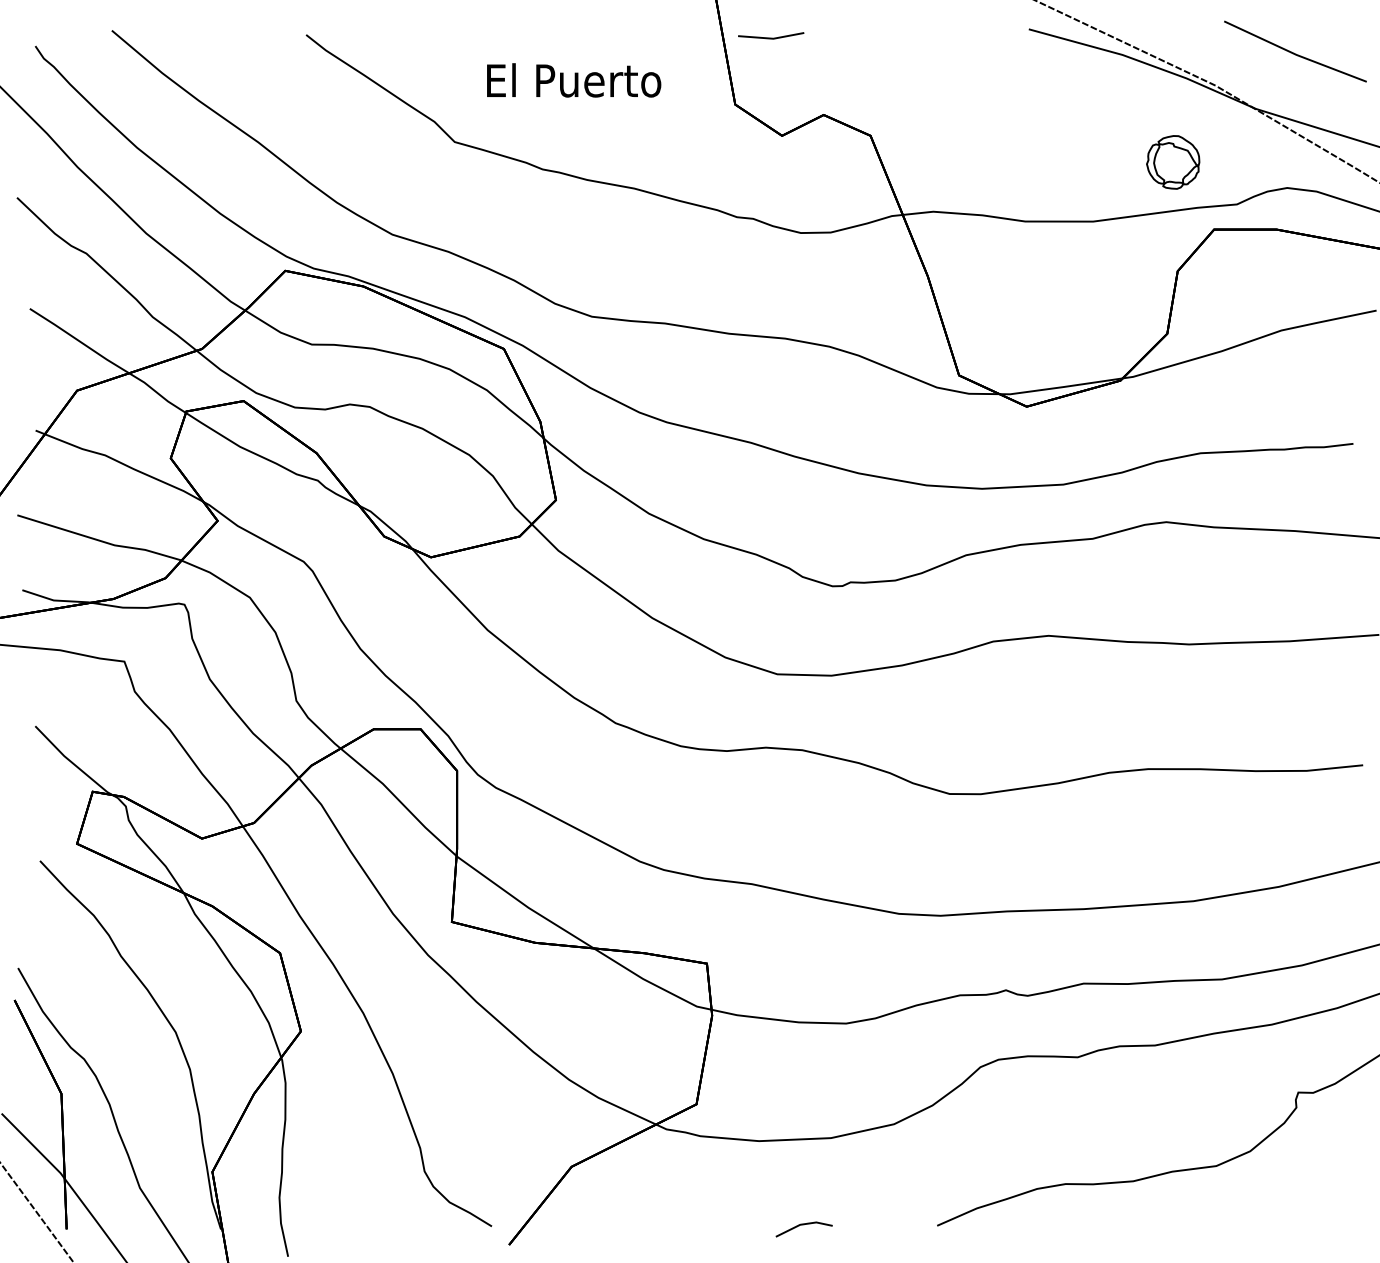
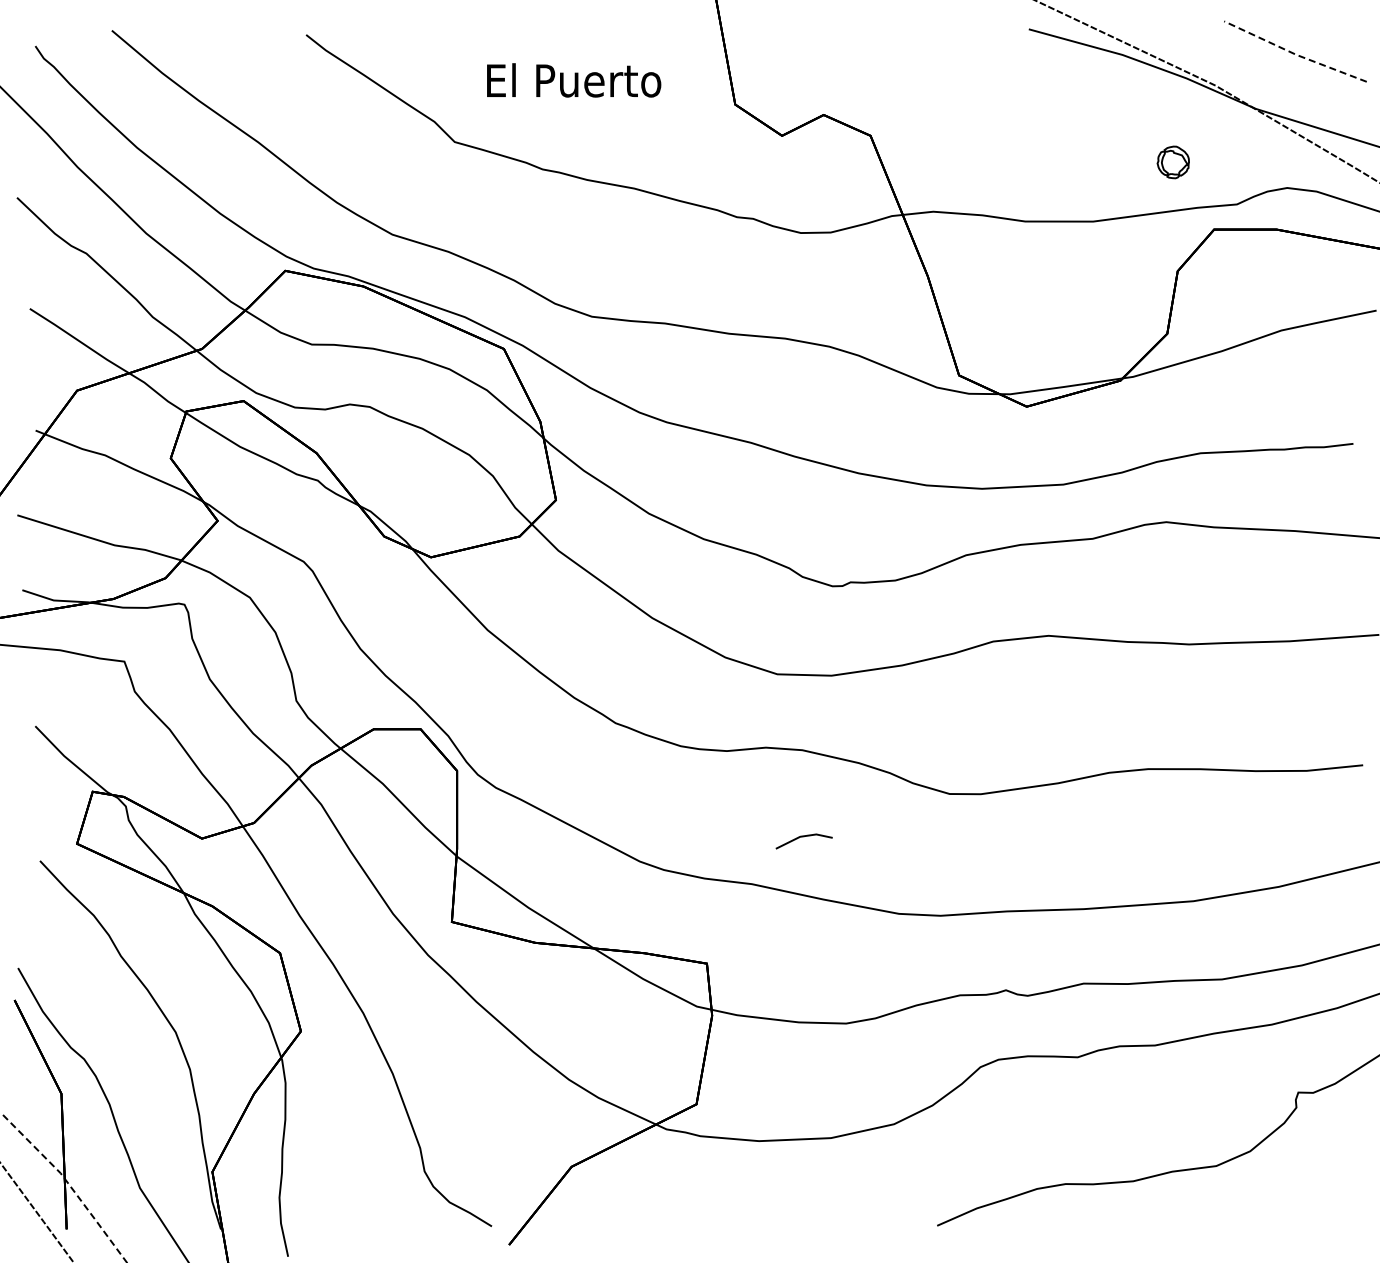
line at (771, 37): present -> none
line at (1294, 54): solid -> dashed
part at (1173, 162) size: 55x55 px -> 34x35 px
line at (68, 1184): solid -> dashed
line at (803, 1225) position: (803, 1225) -> (803, 837)
